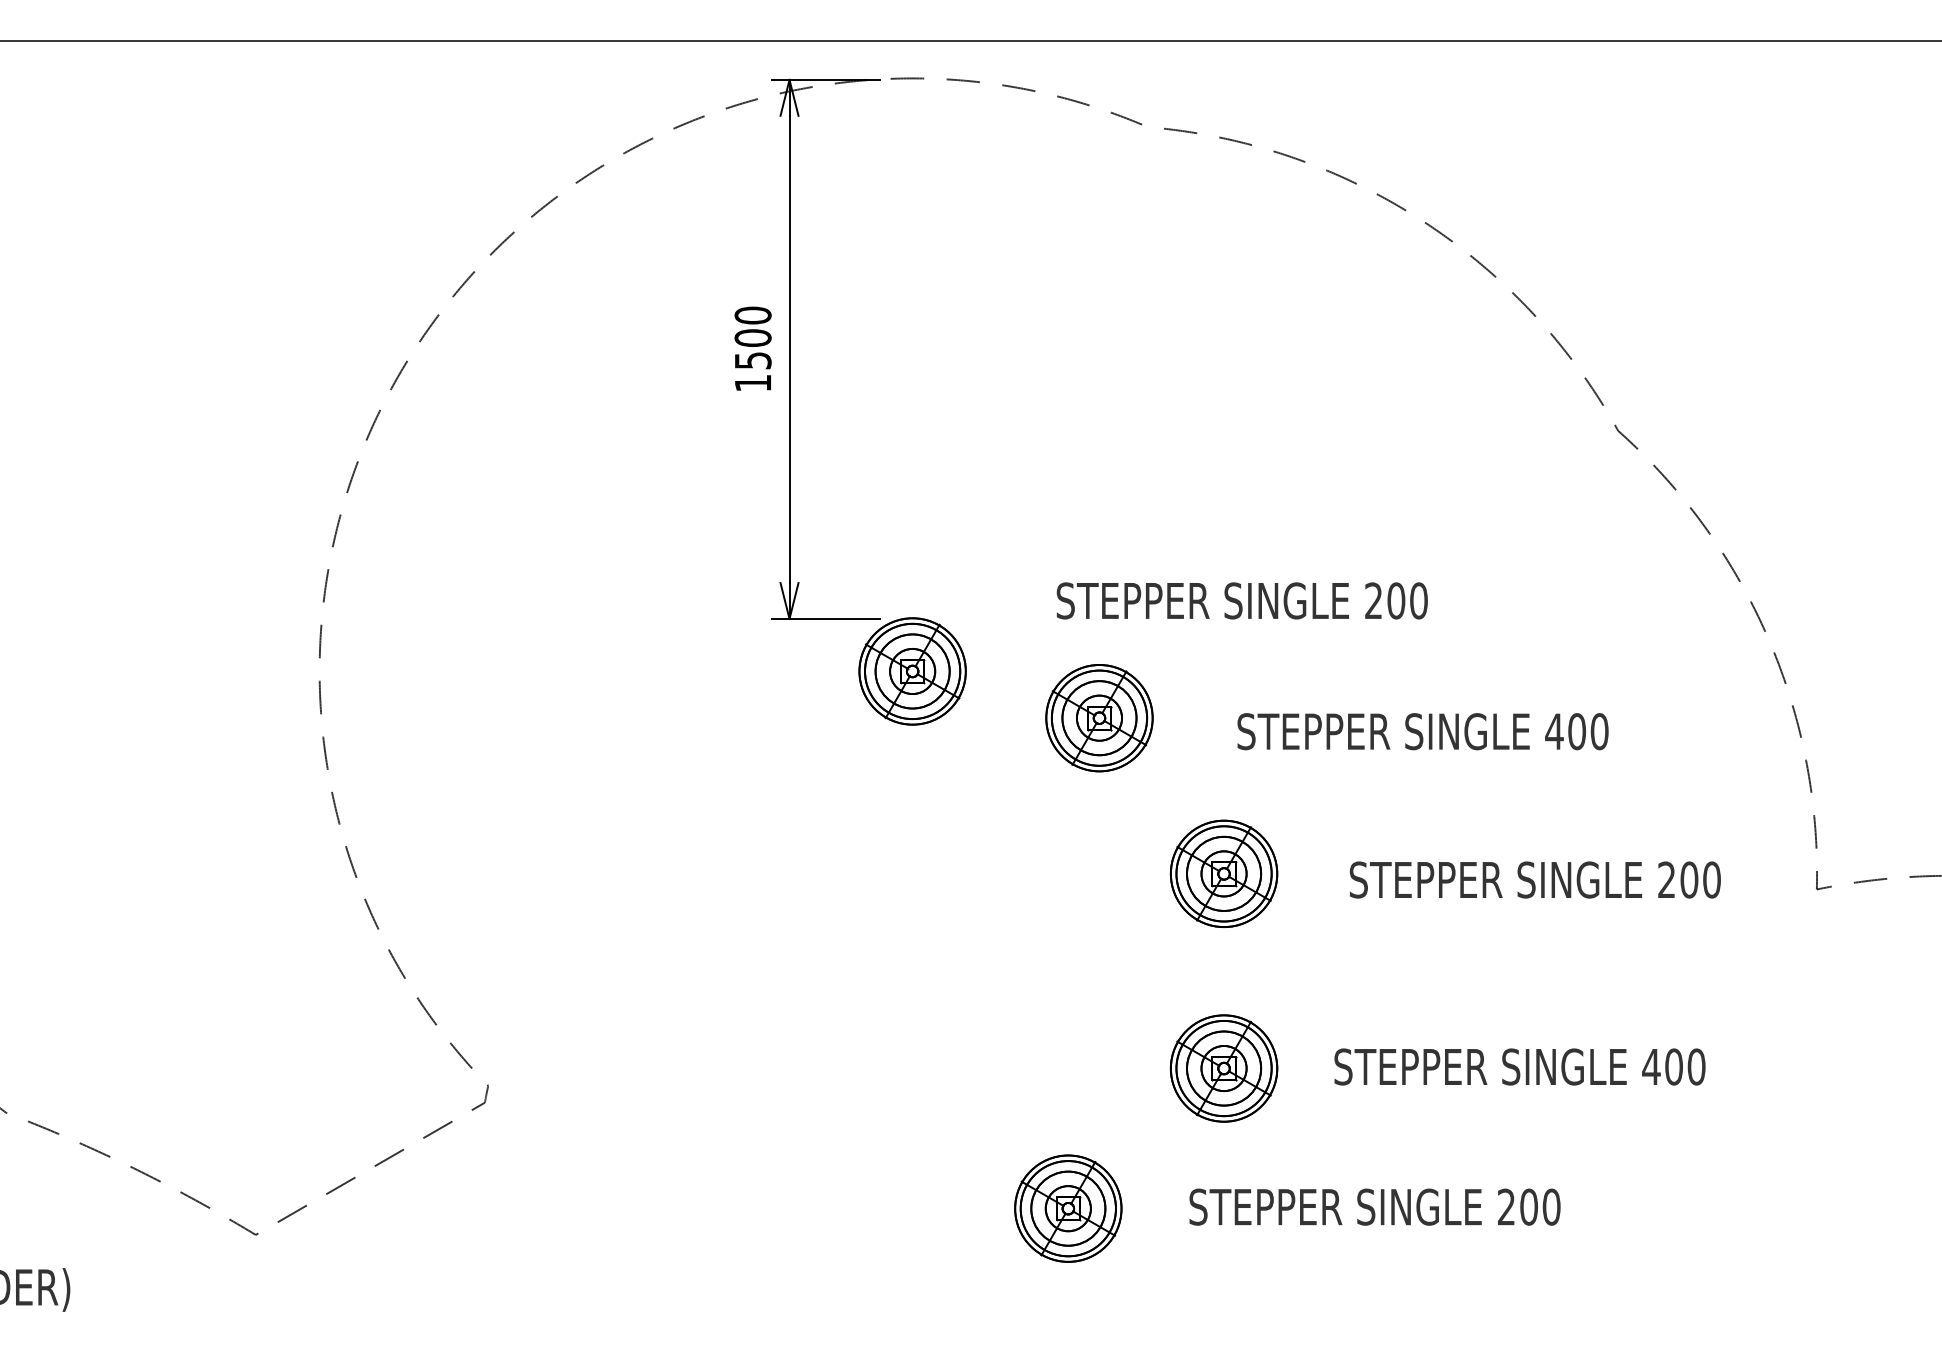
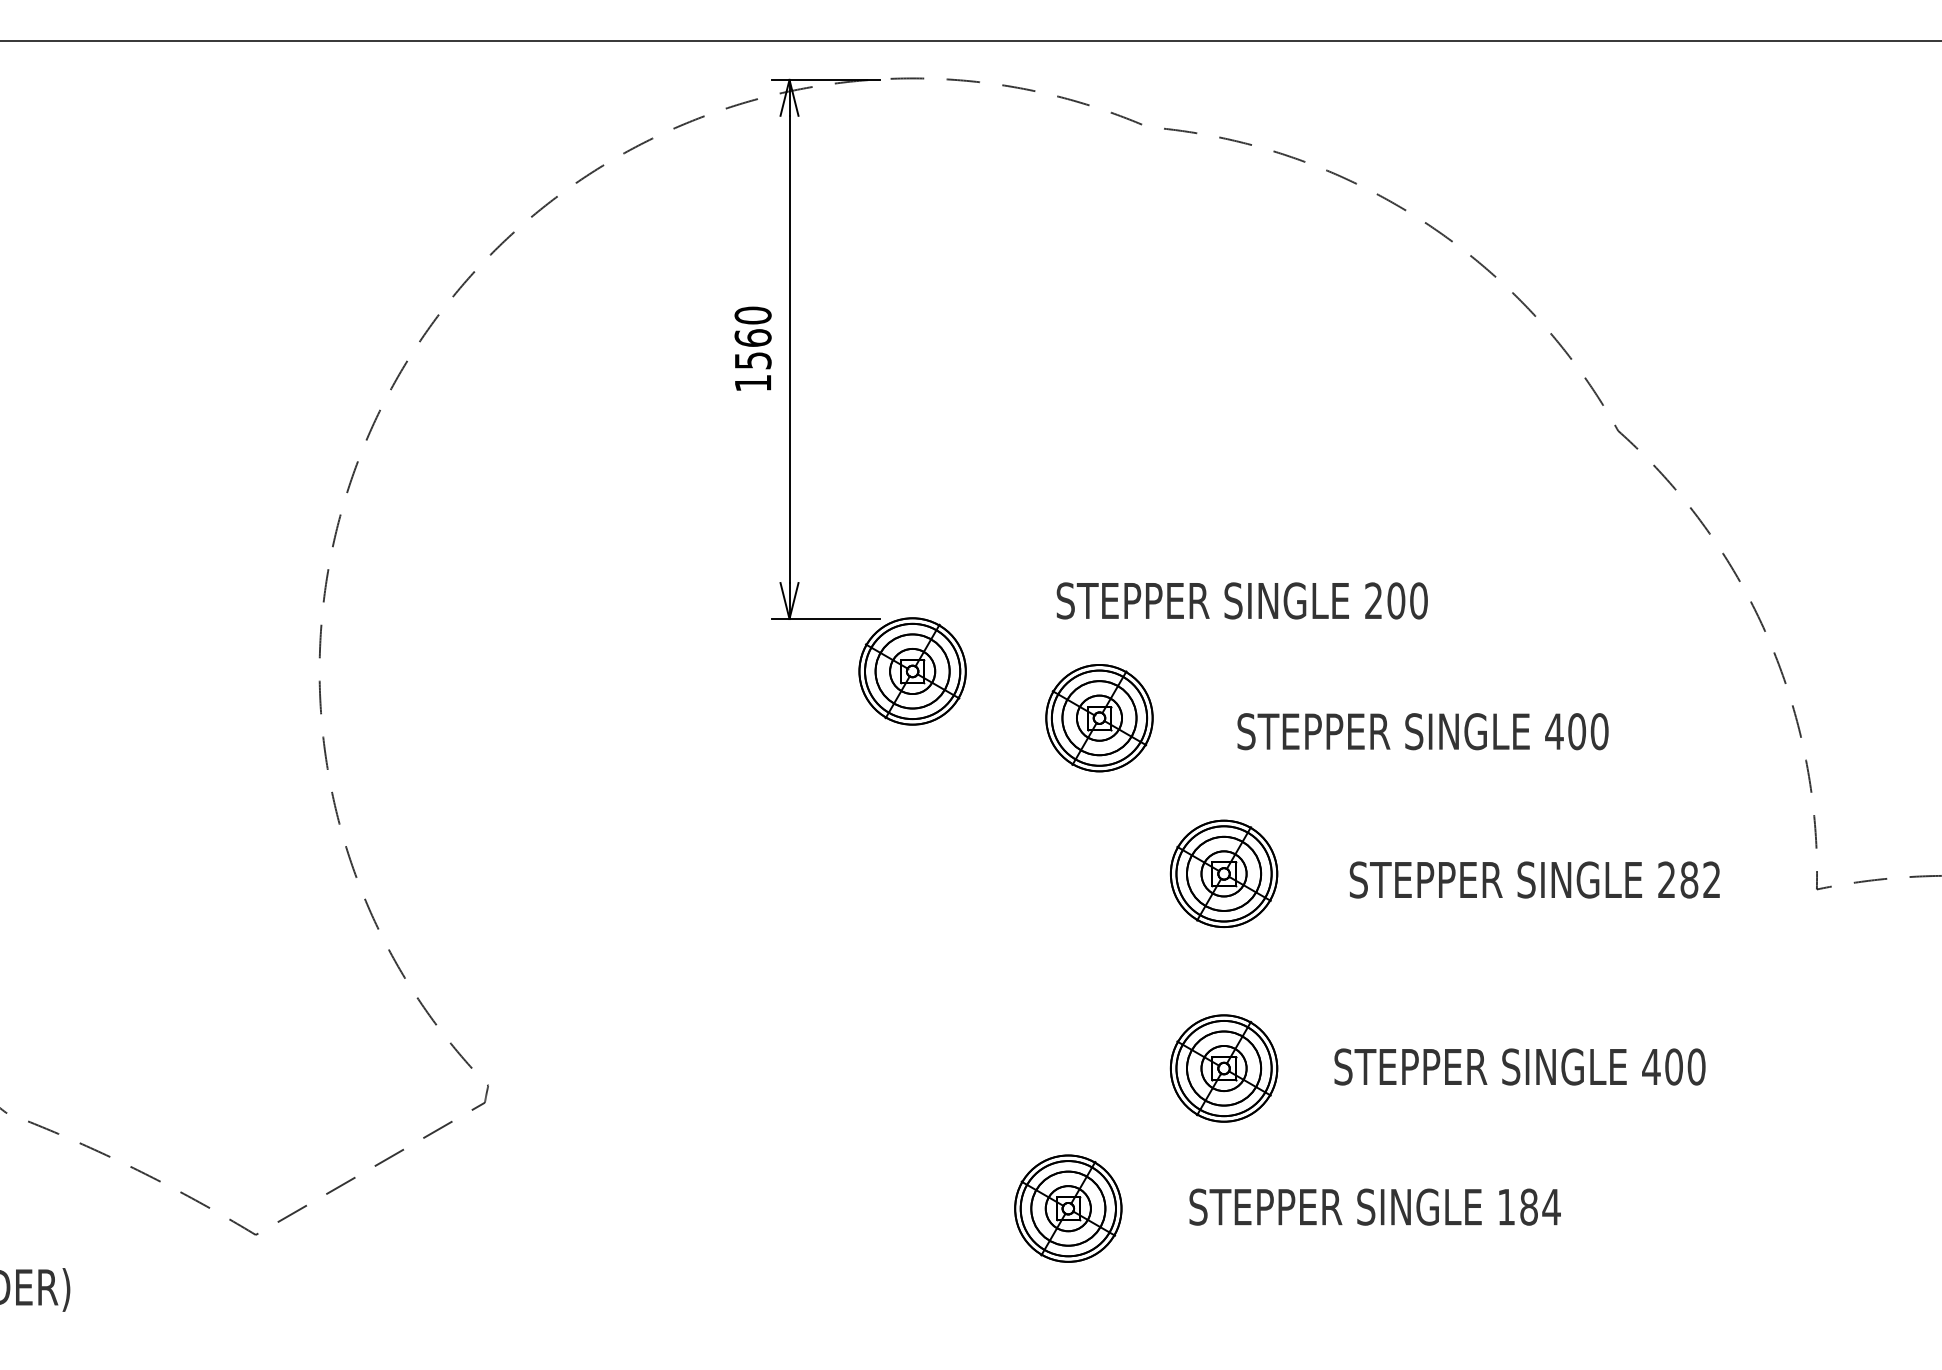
text at (752, 337): 1500 -> 1560
text at (1700, 879): 200 -> 282
text at (1529, 1206): 200 -> 184
